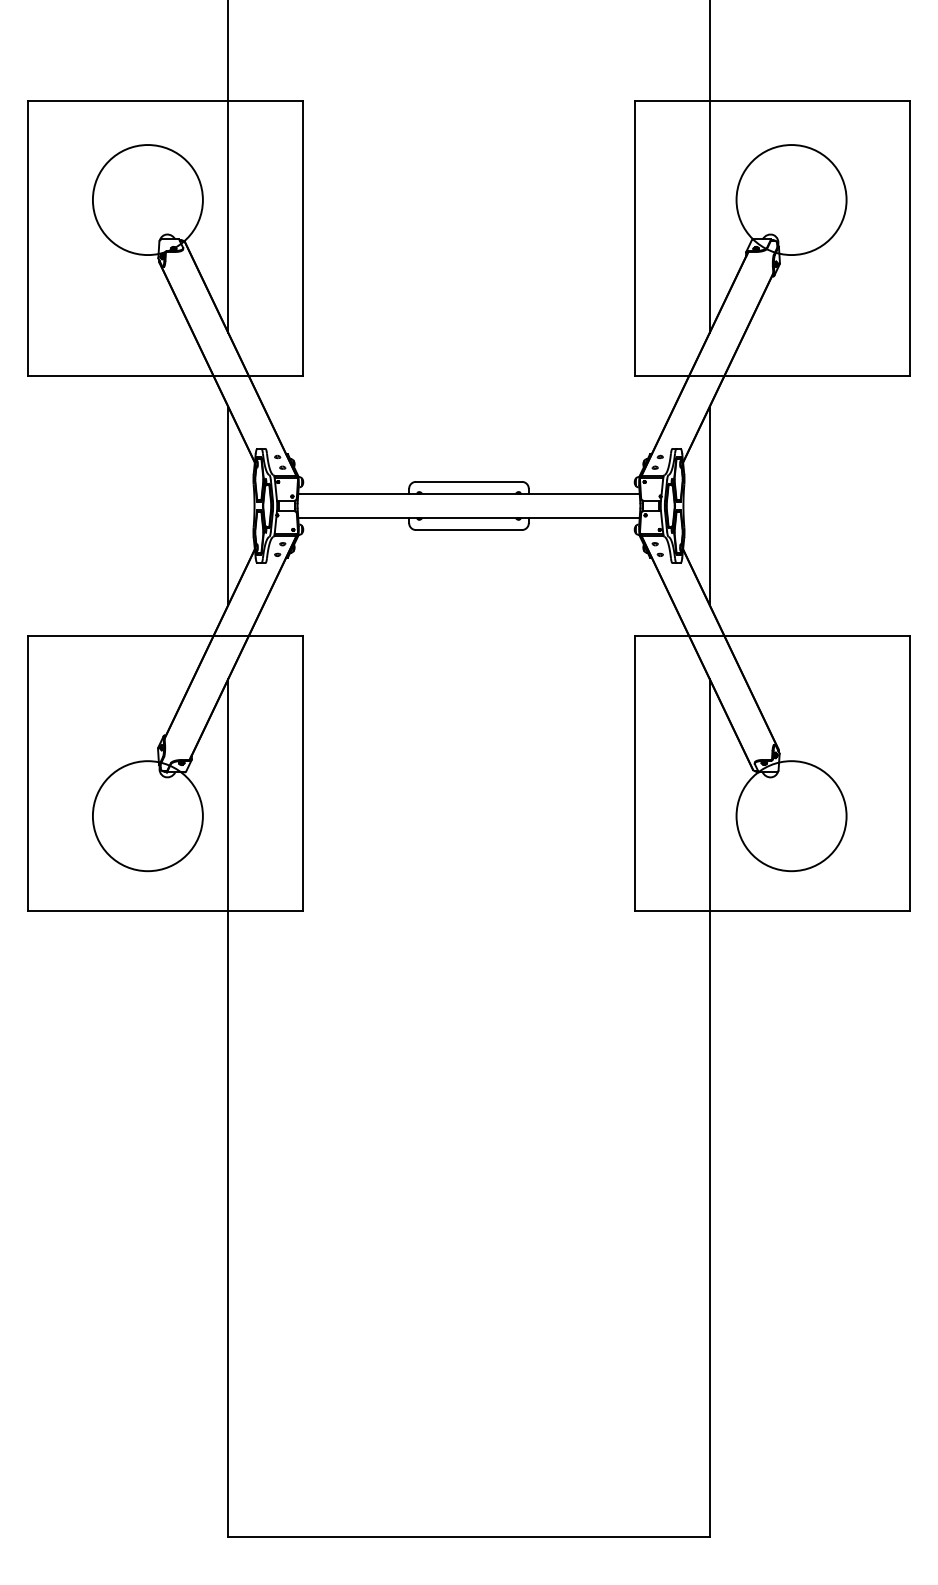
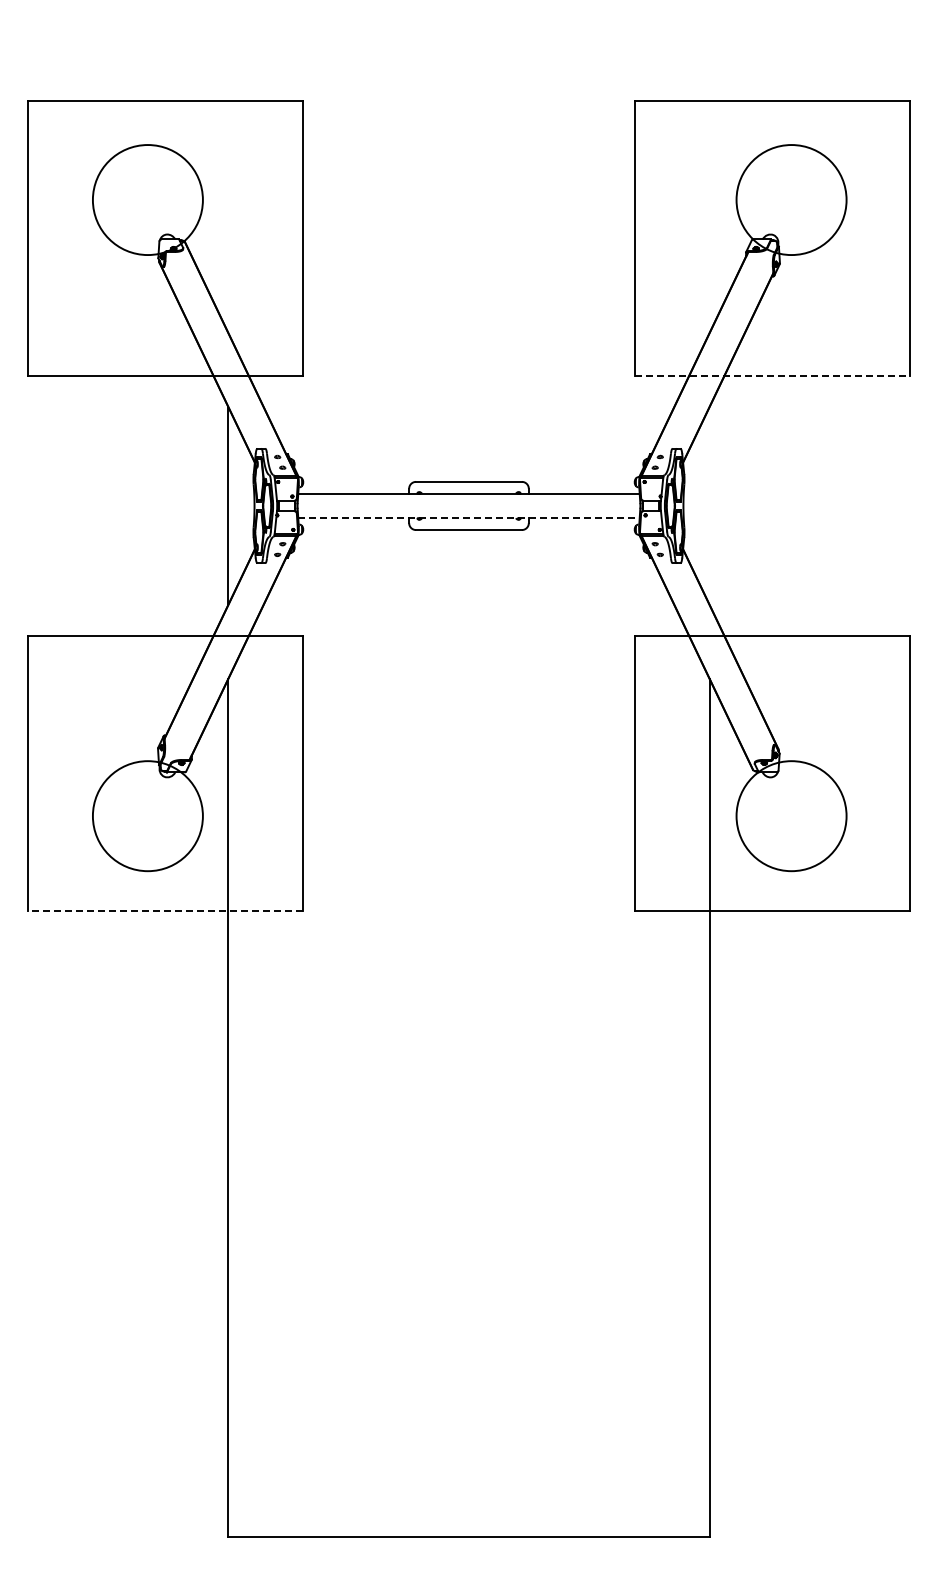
line at (228, 167): present -> none
line at (709, 167): present -> none
line at (772, 375): solid -> dashed
line at (709, 505): present -> none
line at (468, 518): solid -> dashed
line at (165, 911): solid -> dashed
